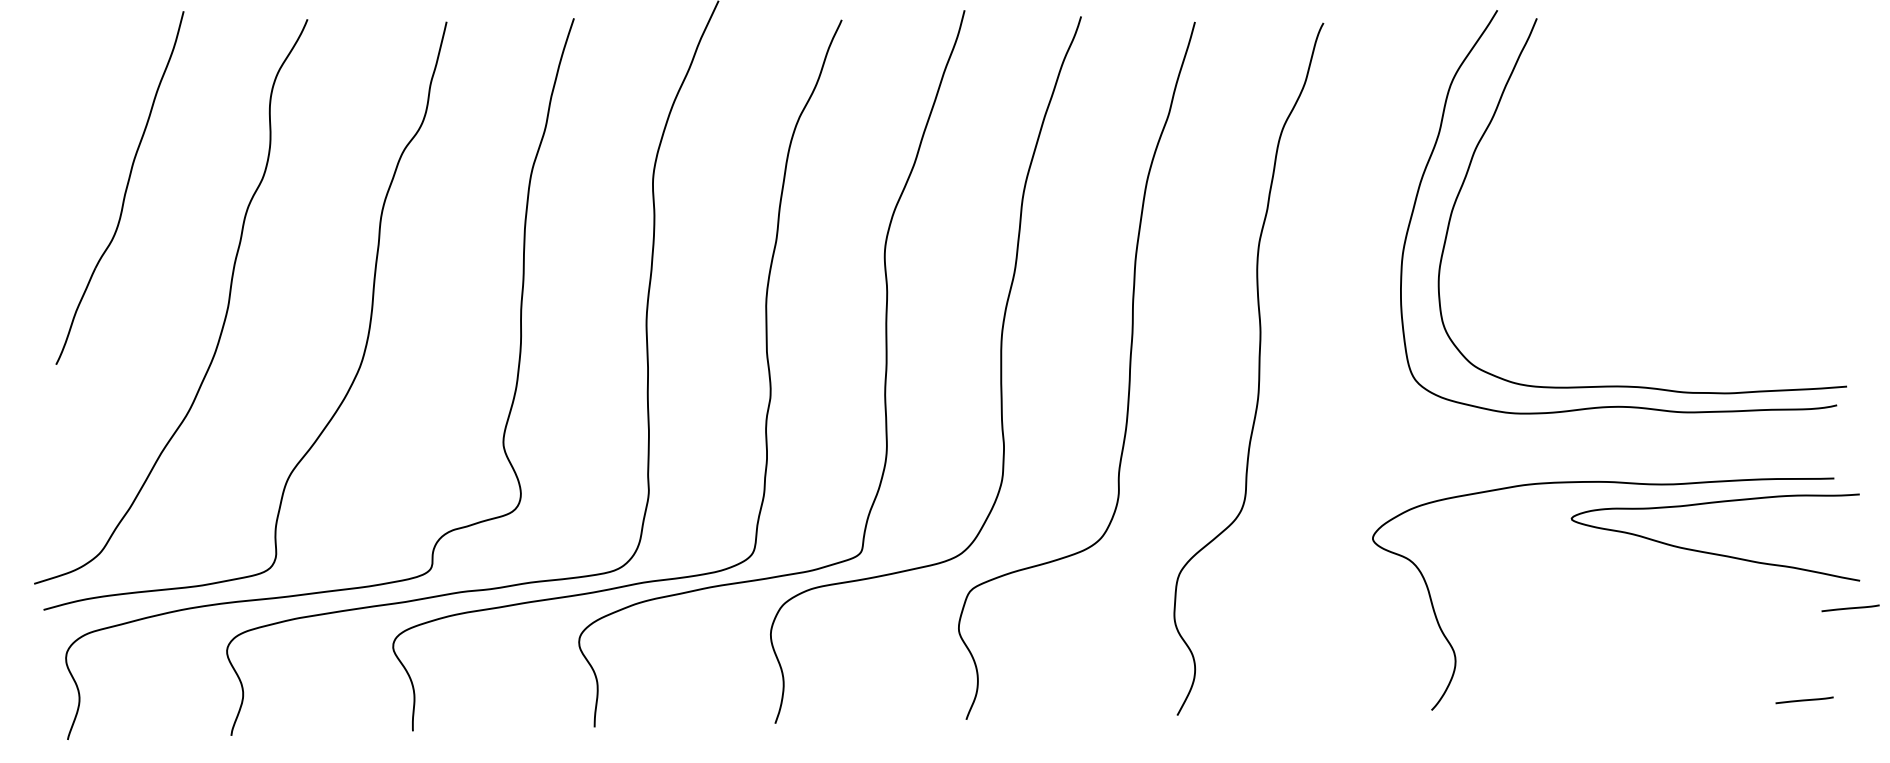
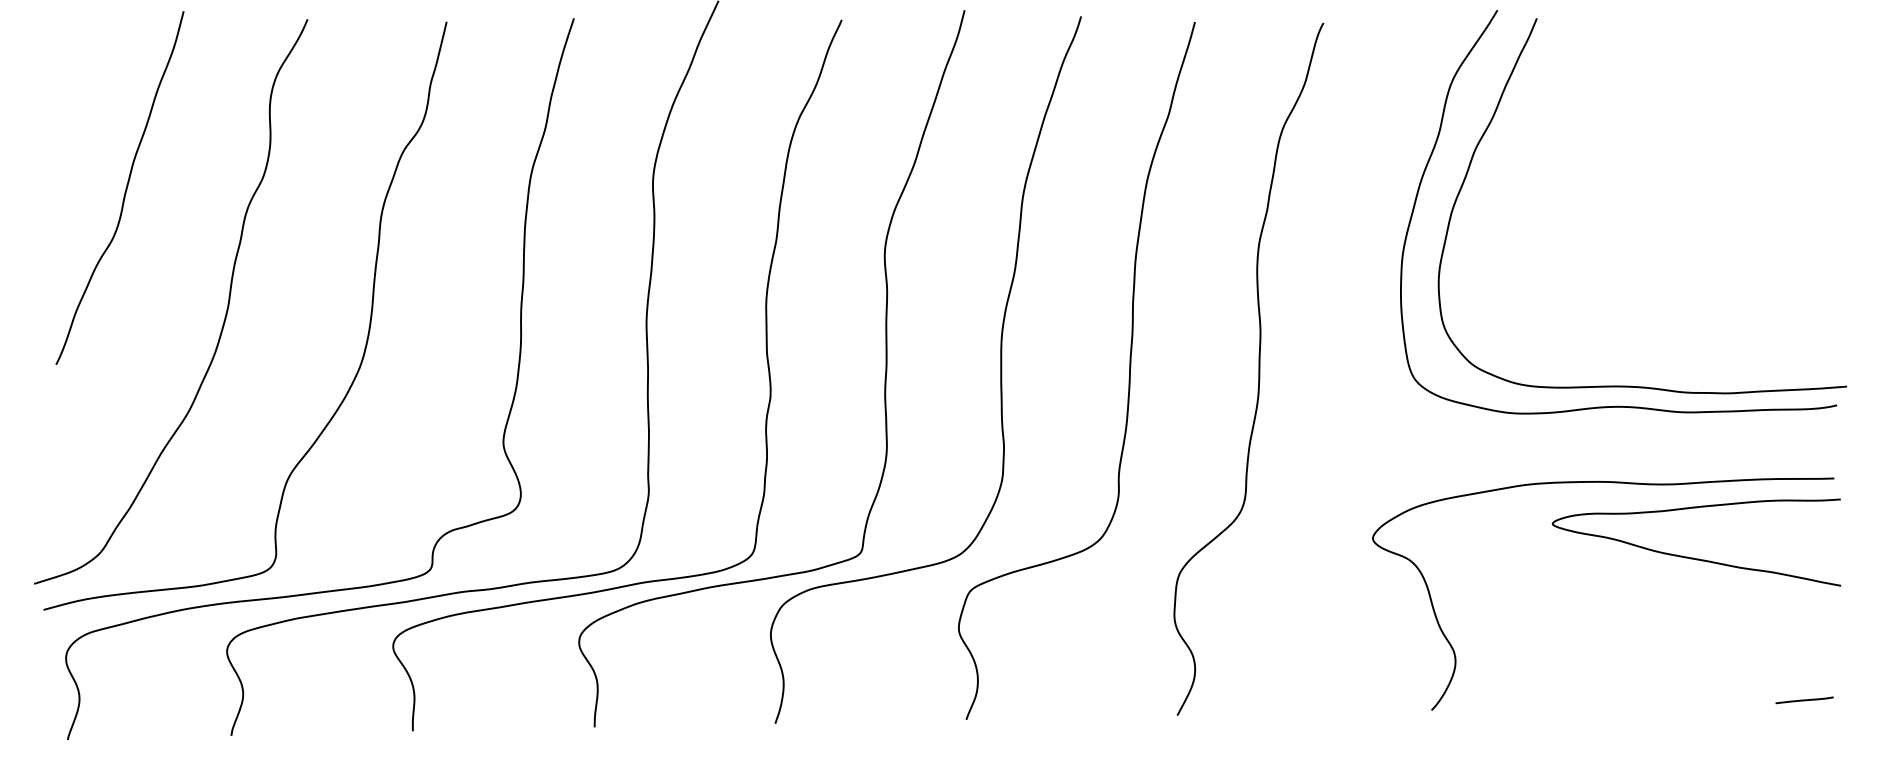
curve at (1712, 552) position: (1712, 552) -> (1693, 557)
line at (1850, 608): present -> none
